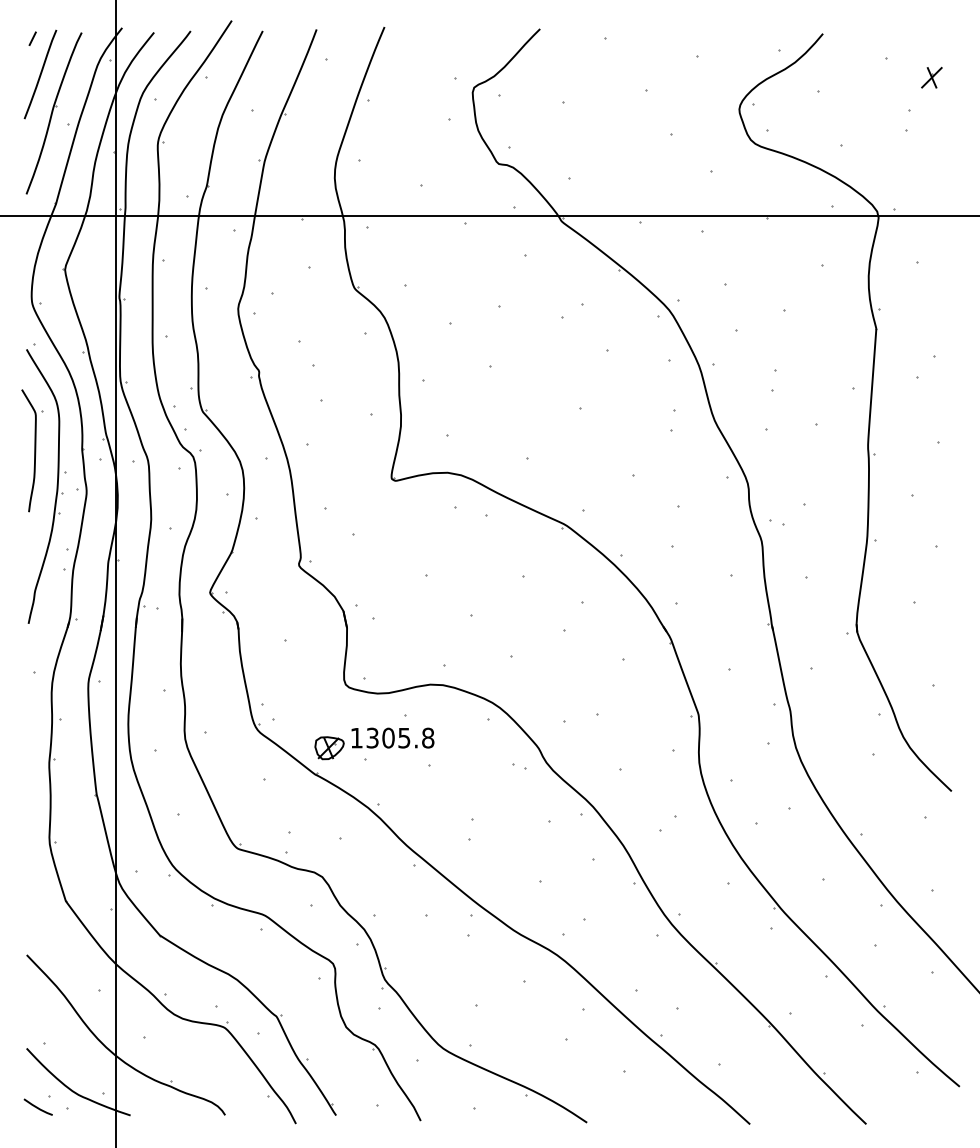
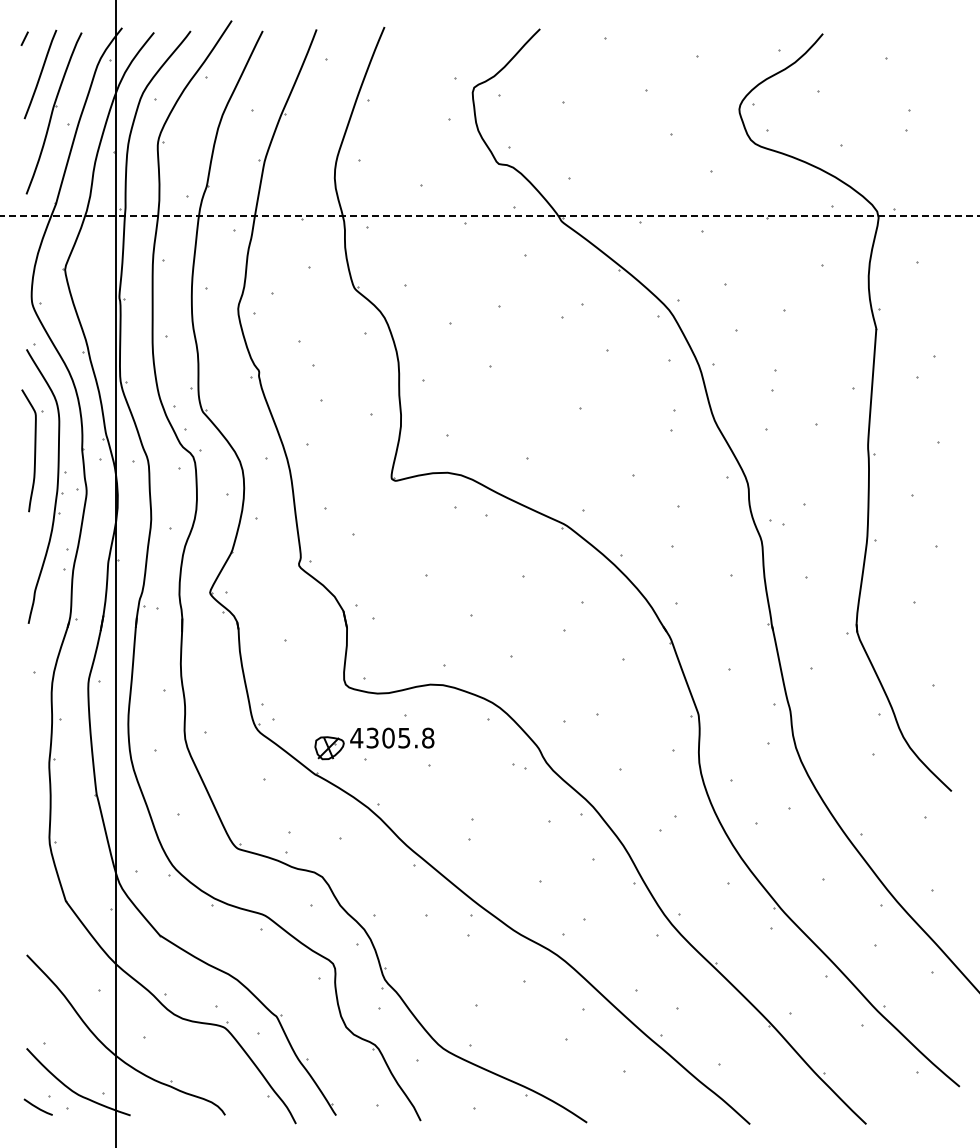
line at (32, 38) position: (32, 38) -> (24, 38)
part at (931, 77): present -> none
line at (489, 215): solid -> dashed
text at (356, 738): 1305.8 -> 4305.8
